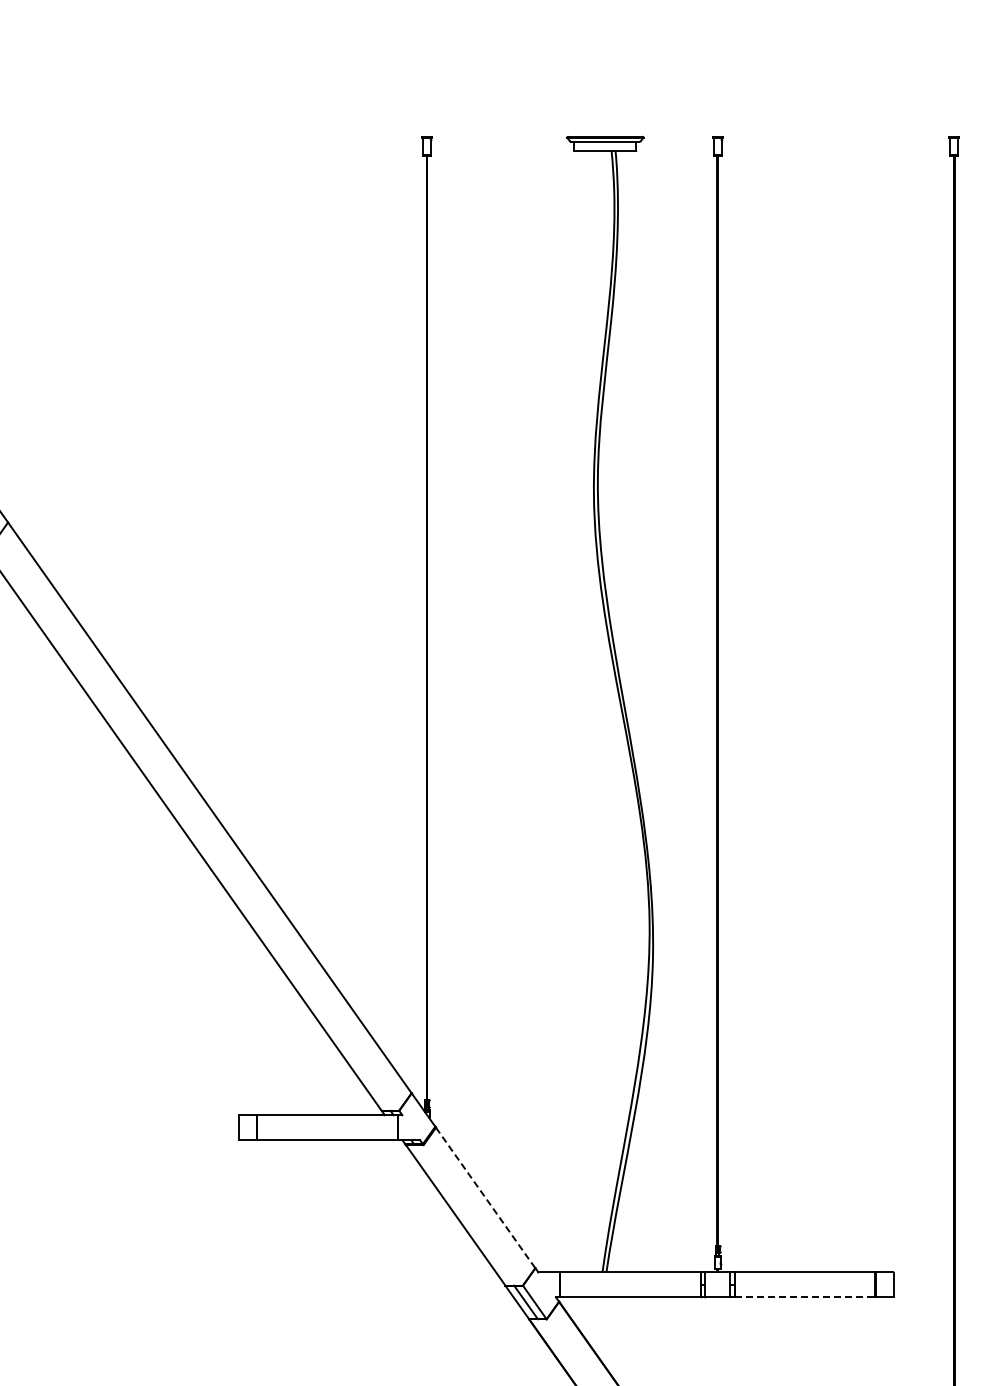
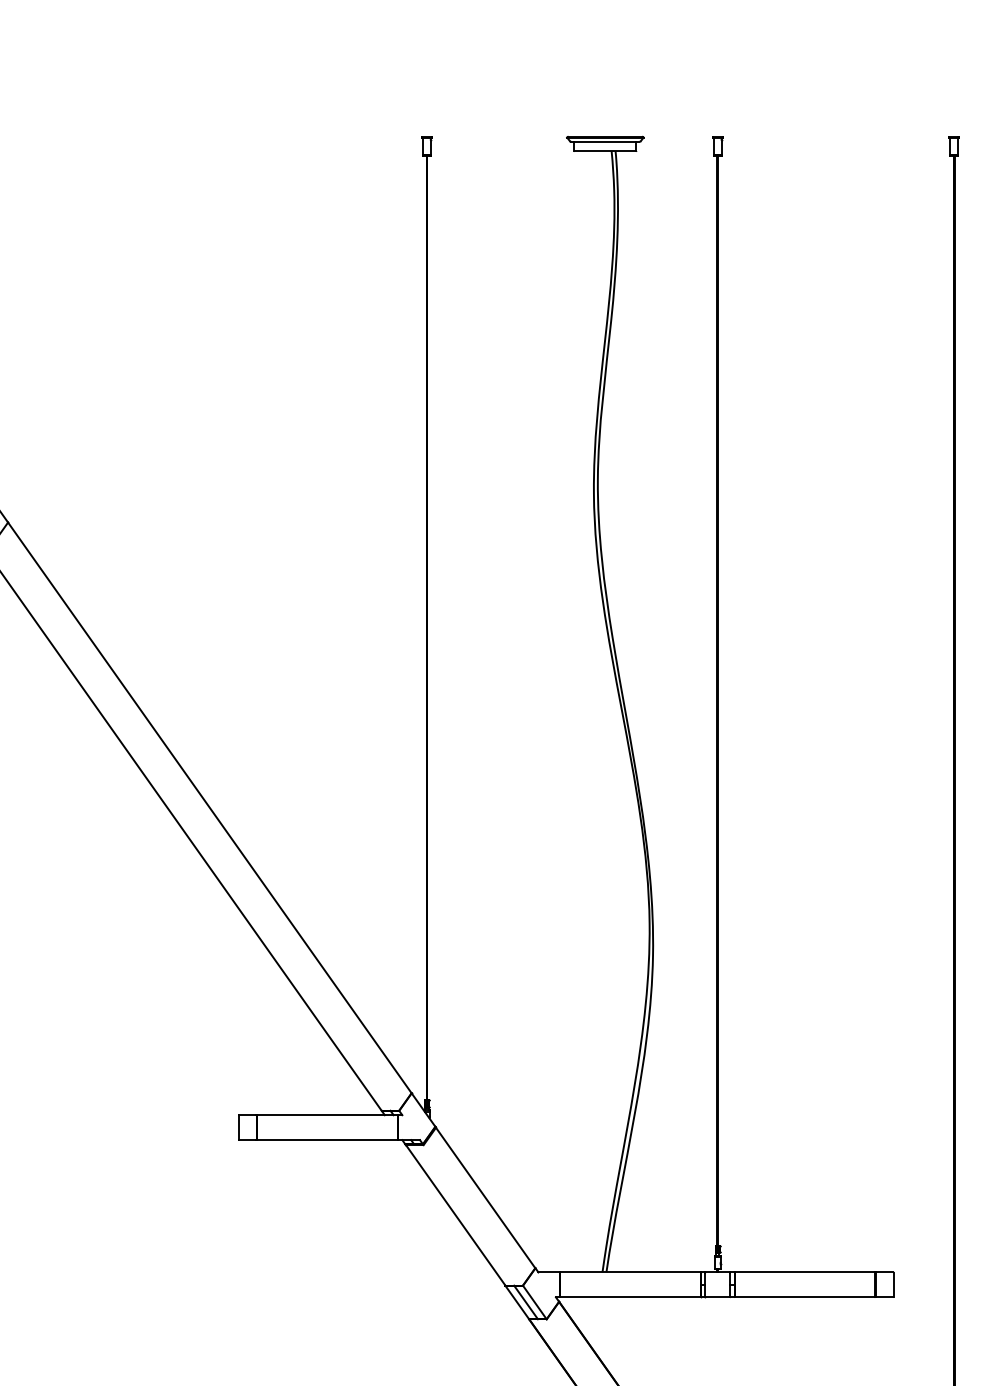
line at (485, 1197): dashed -> solid
line at (805, 1297): dashed -> solid
